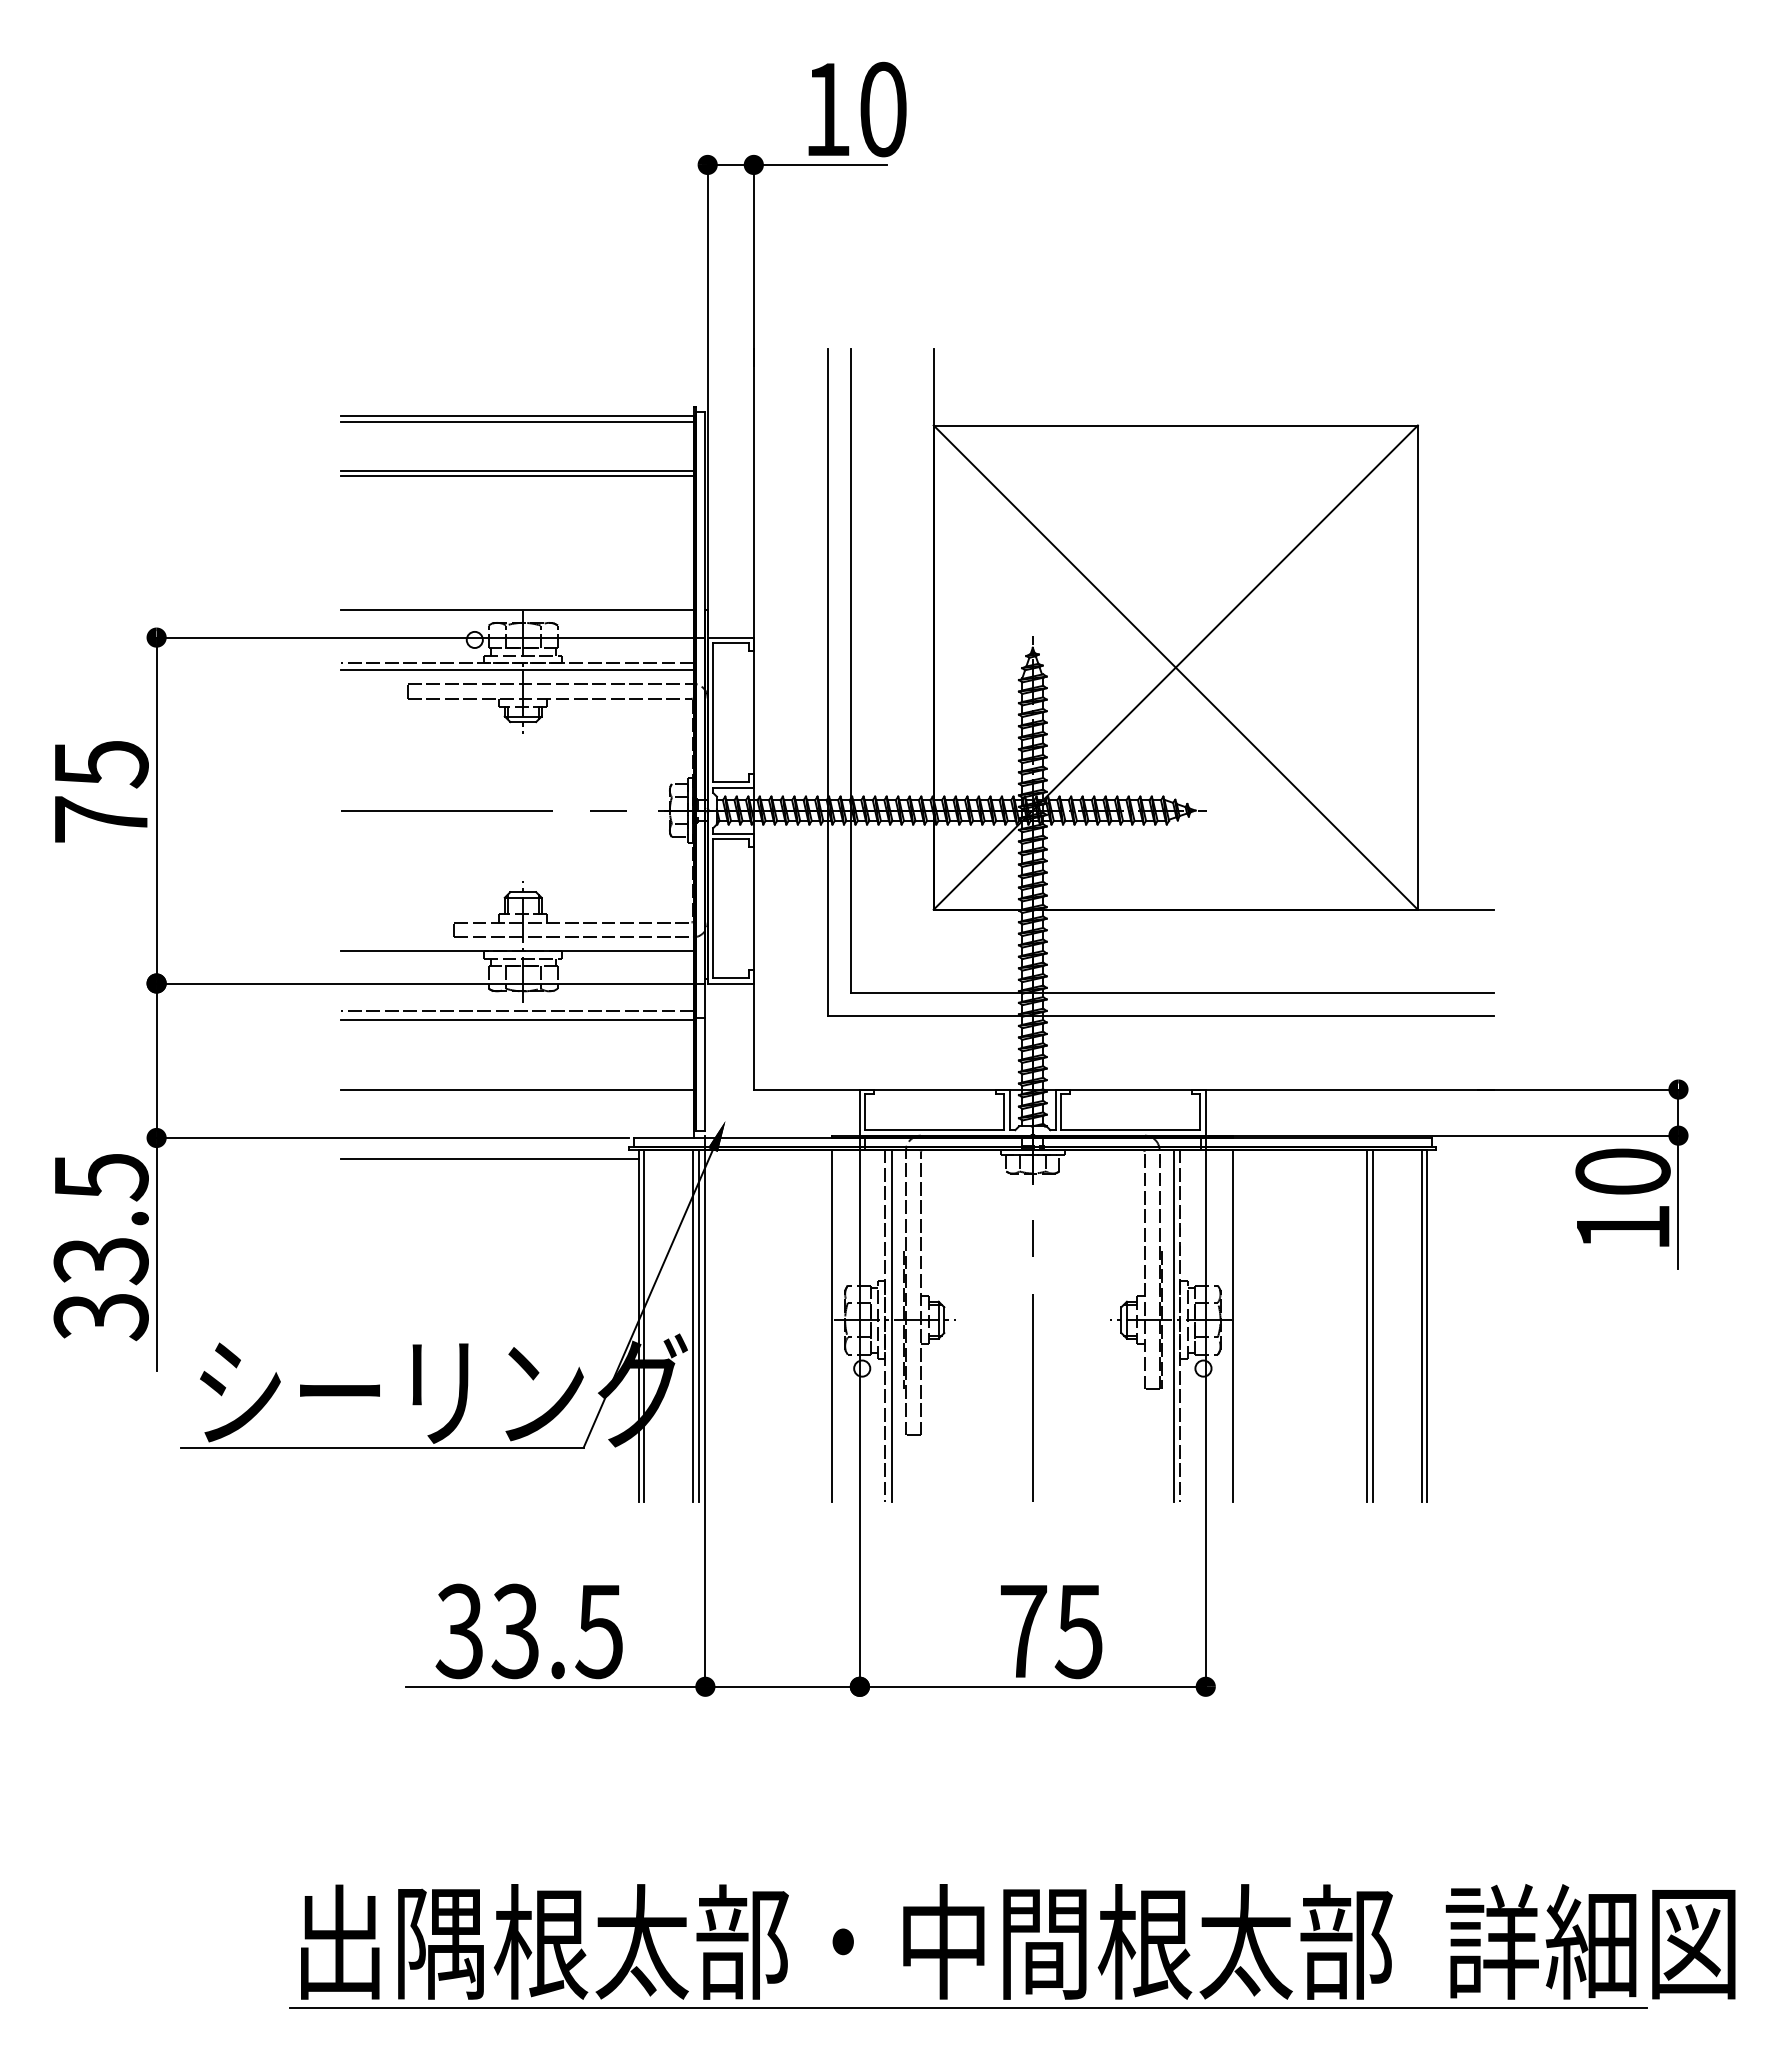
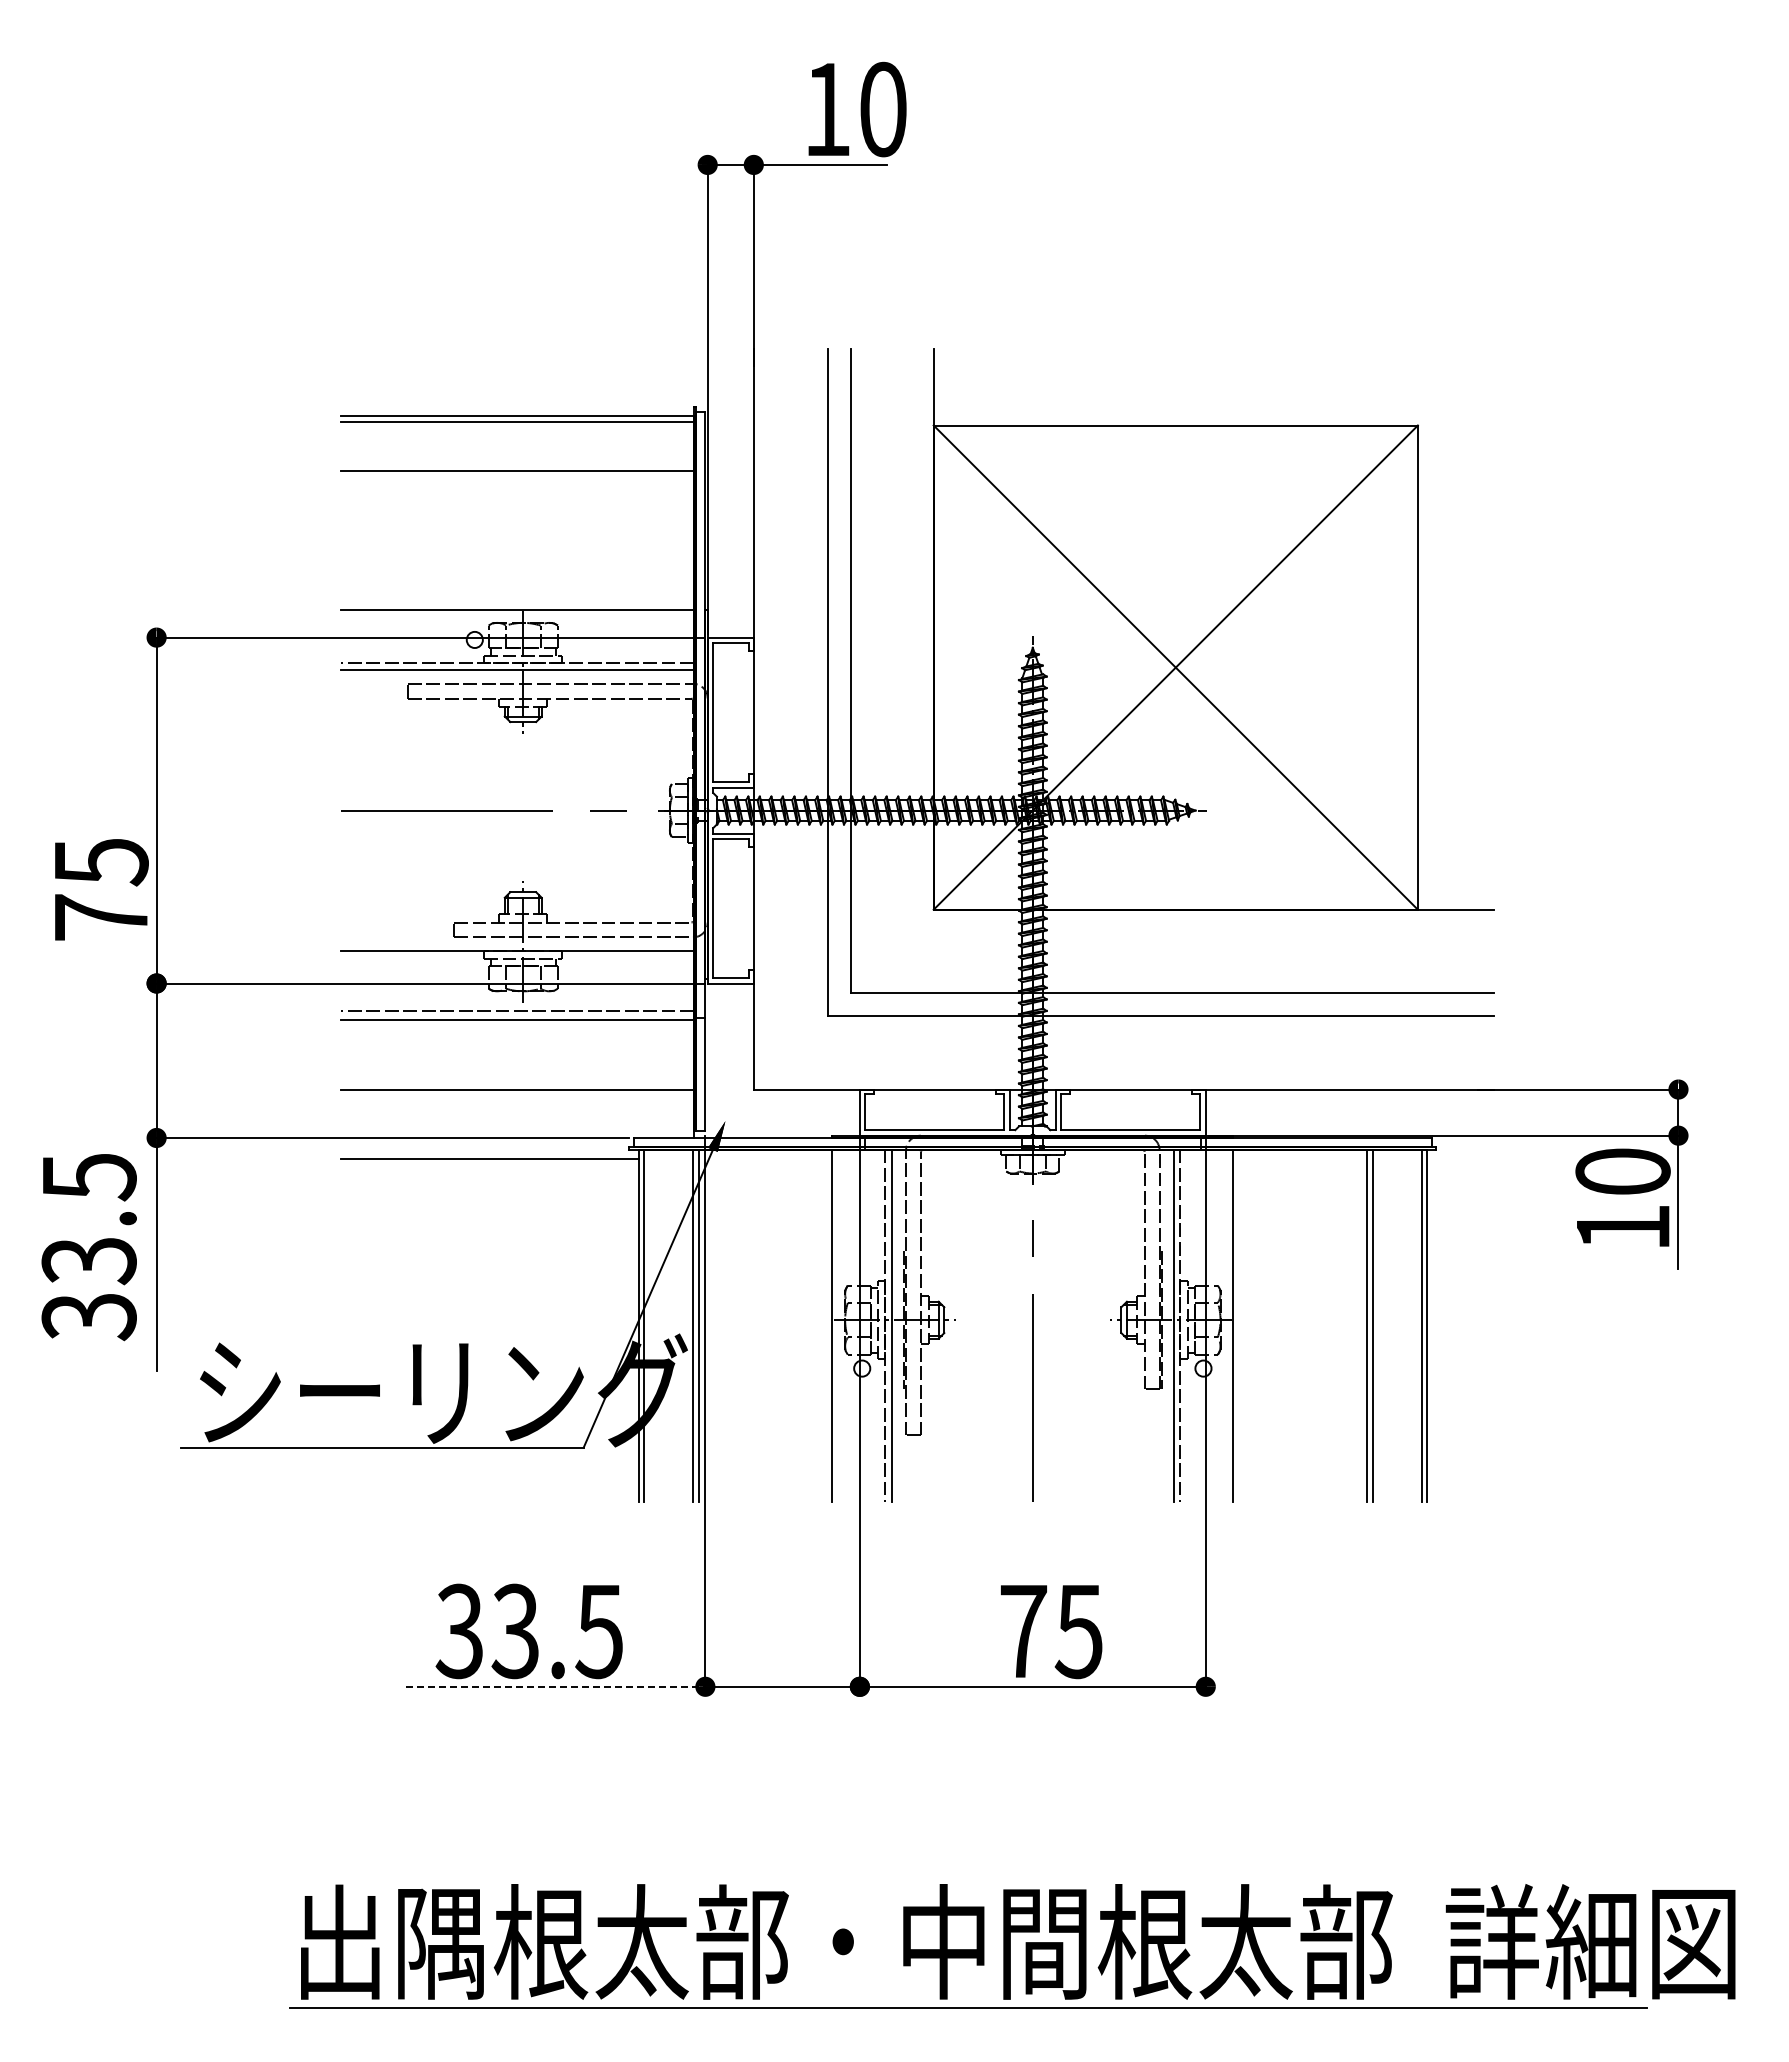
line at (517, 476): present -> none
text at (101, 791) position: (101, 791) -> (101, 889)
text at (100, 1247) position: (100, 1247) -> (88, 1247)
line at (555, 1686): solid -> dashed
